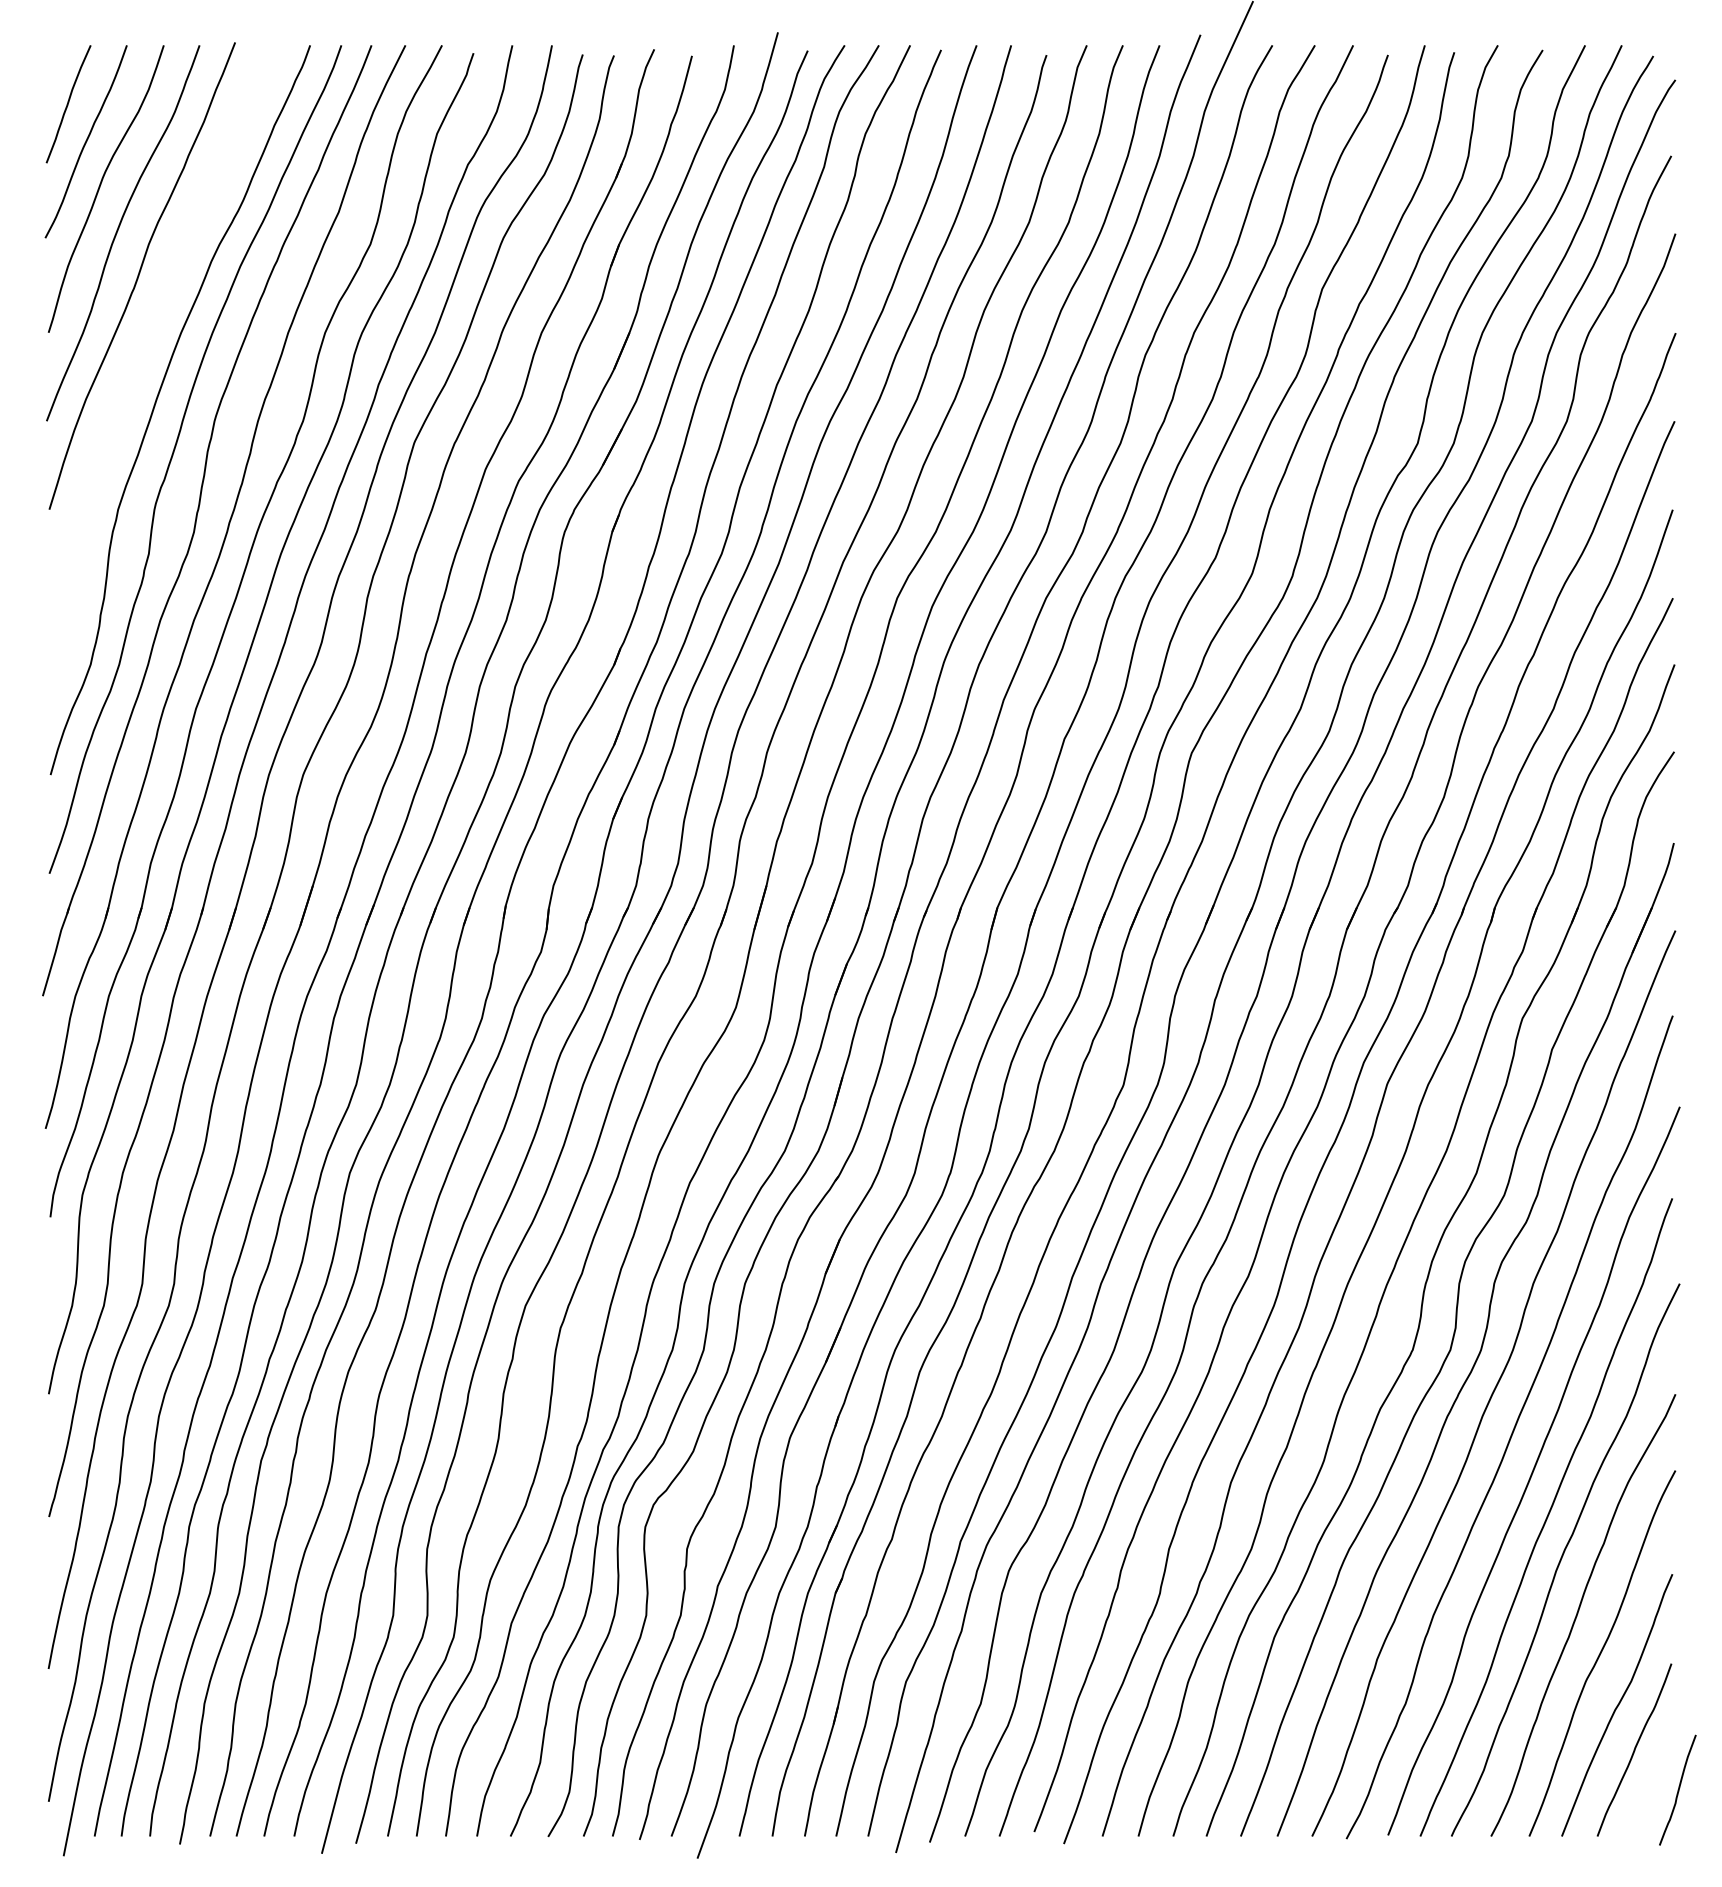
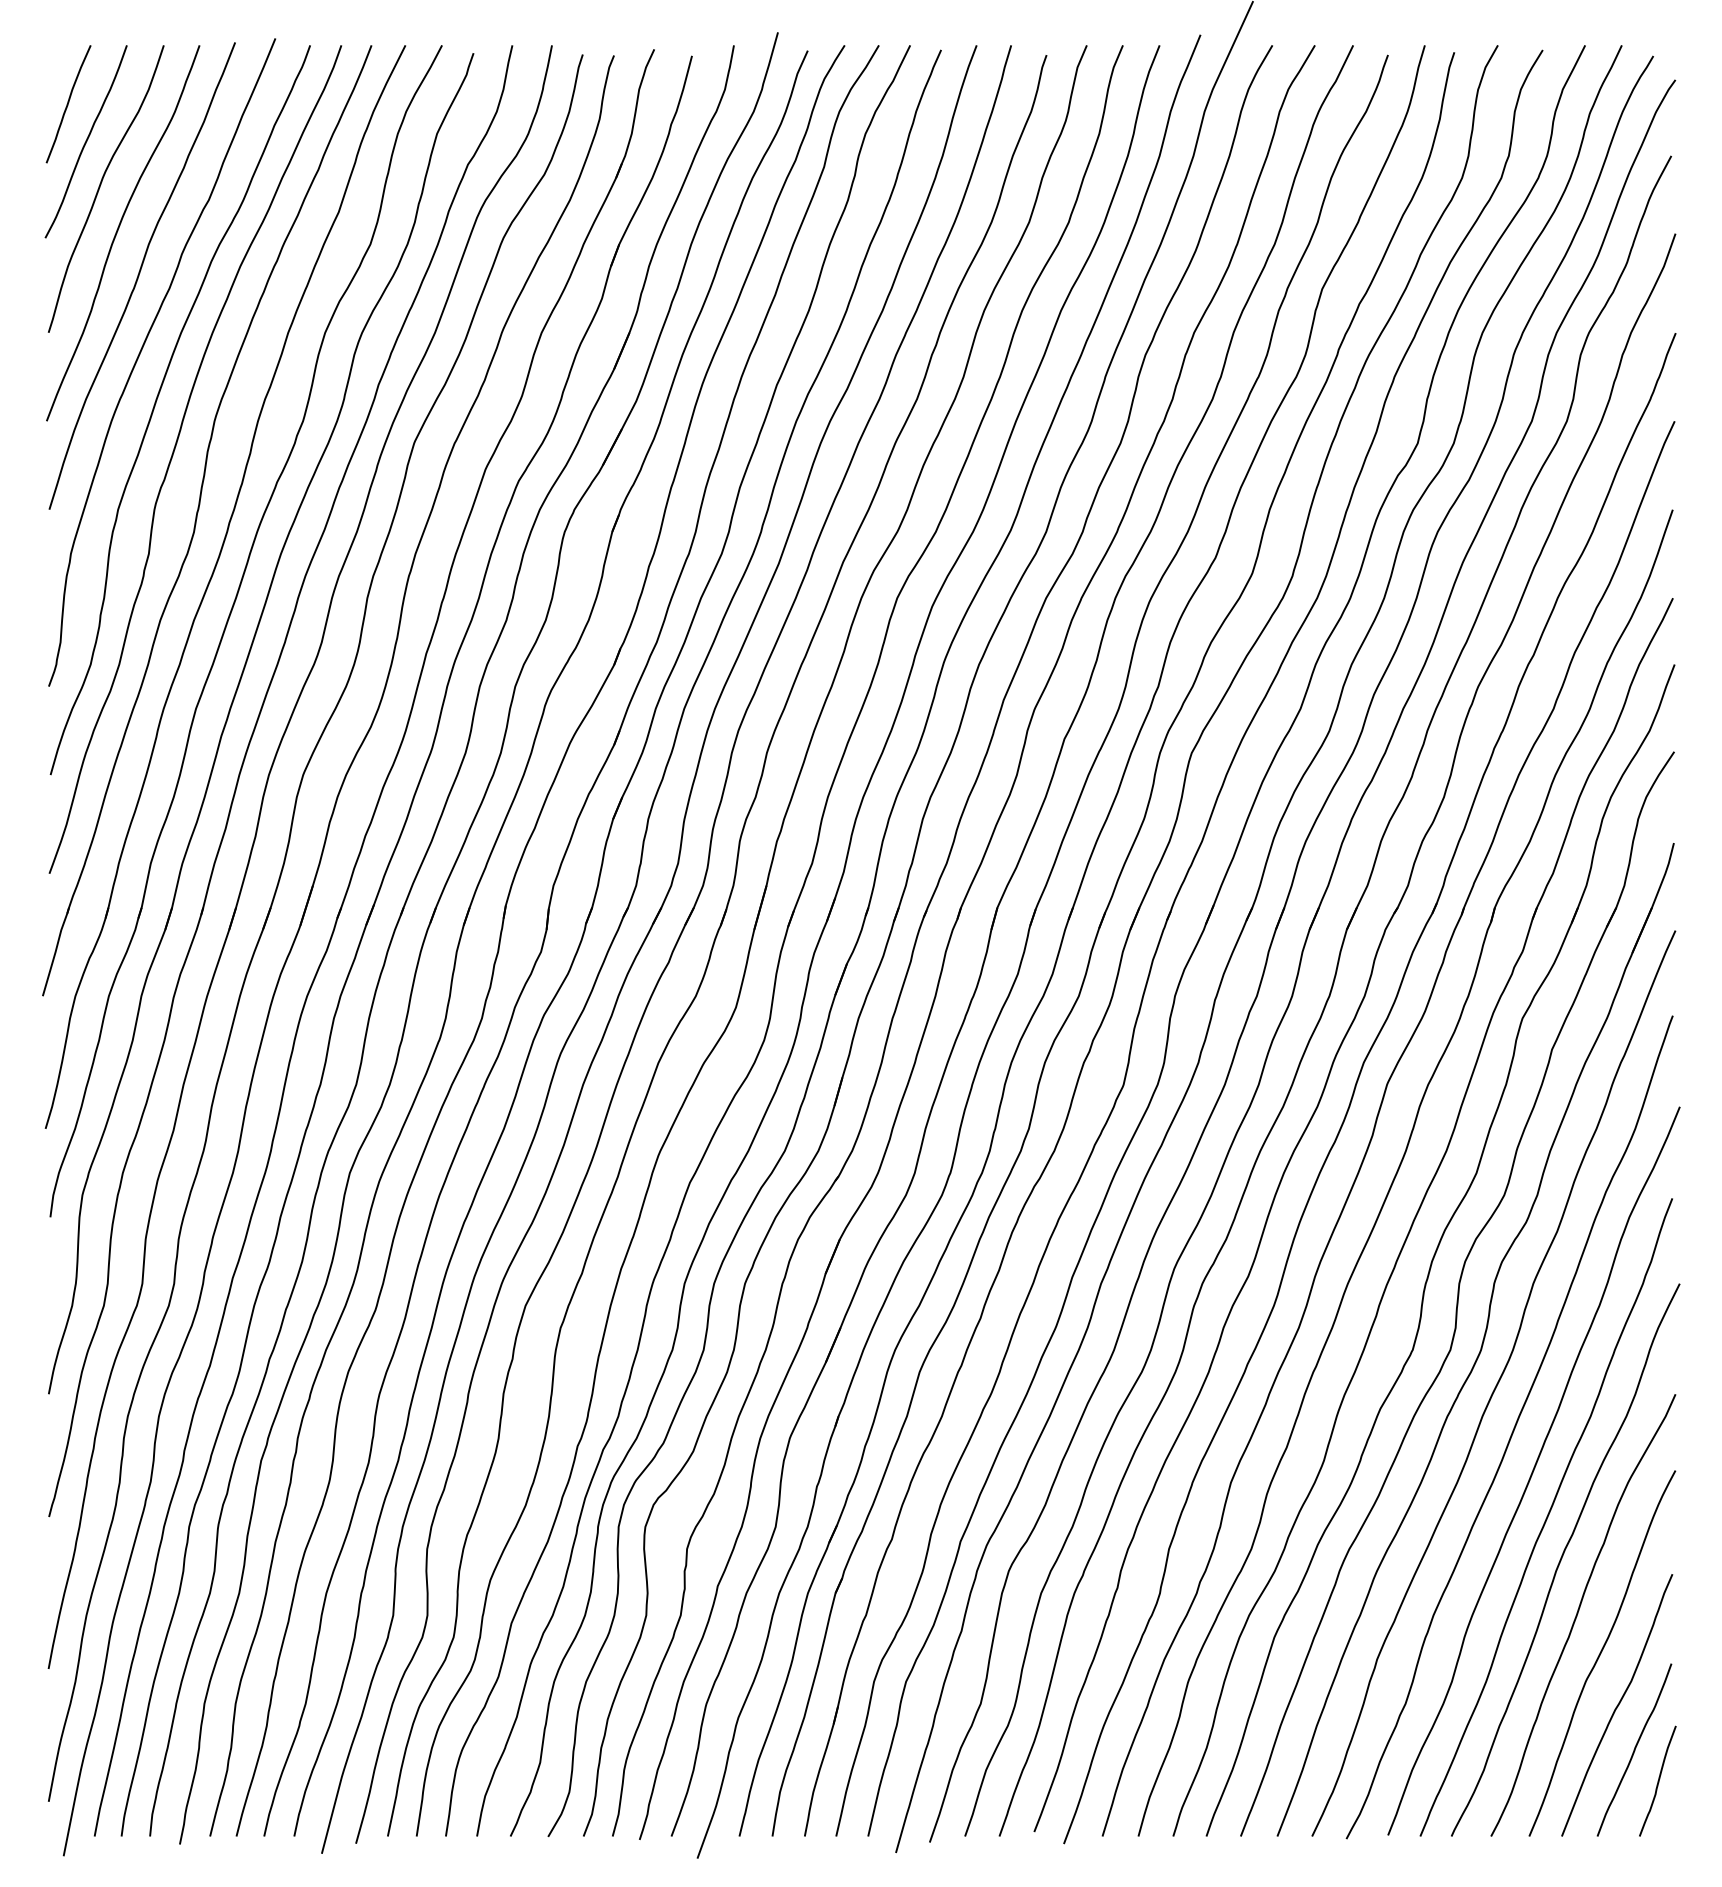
curve at (141, 352): none -> present
curve at (1677, 1789) position: (1677, 1789) -> (1657, 1780)
